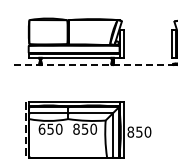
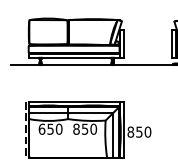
line at (93, 65): dashed -> solid
